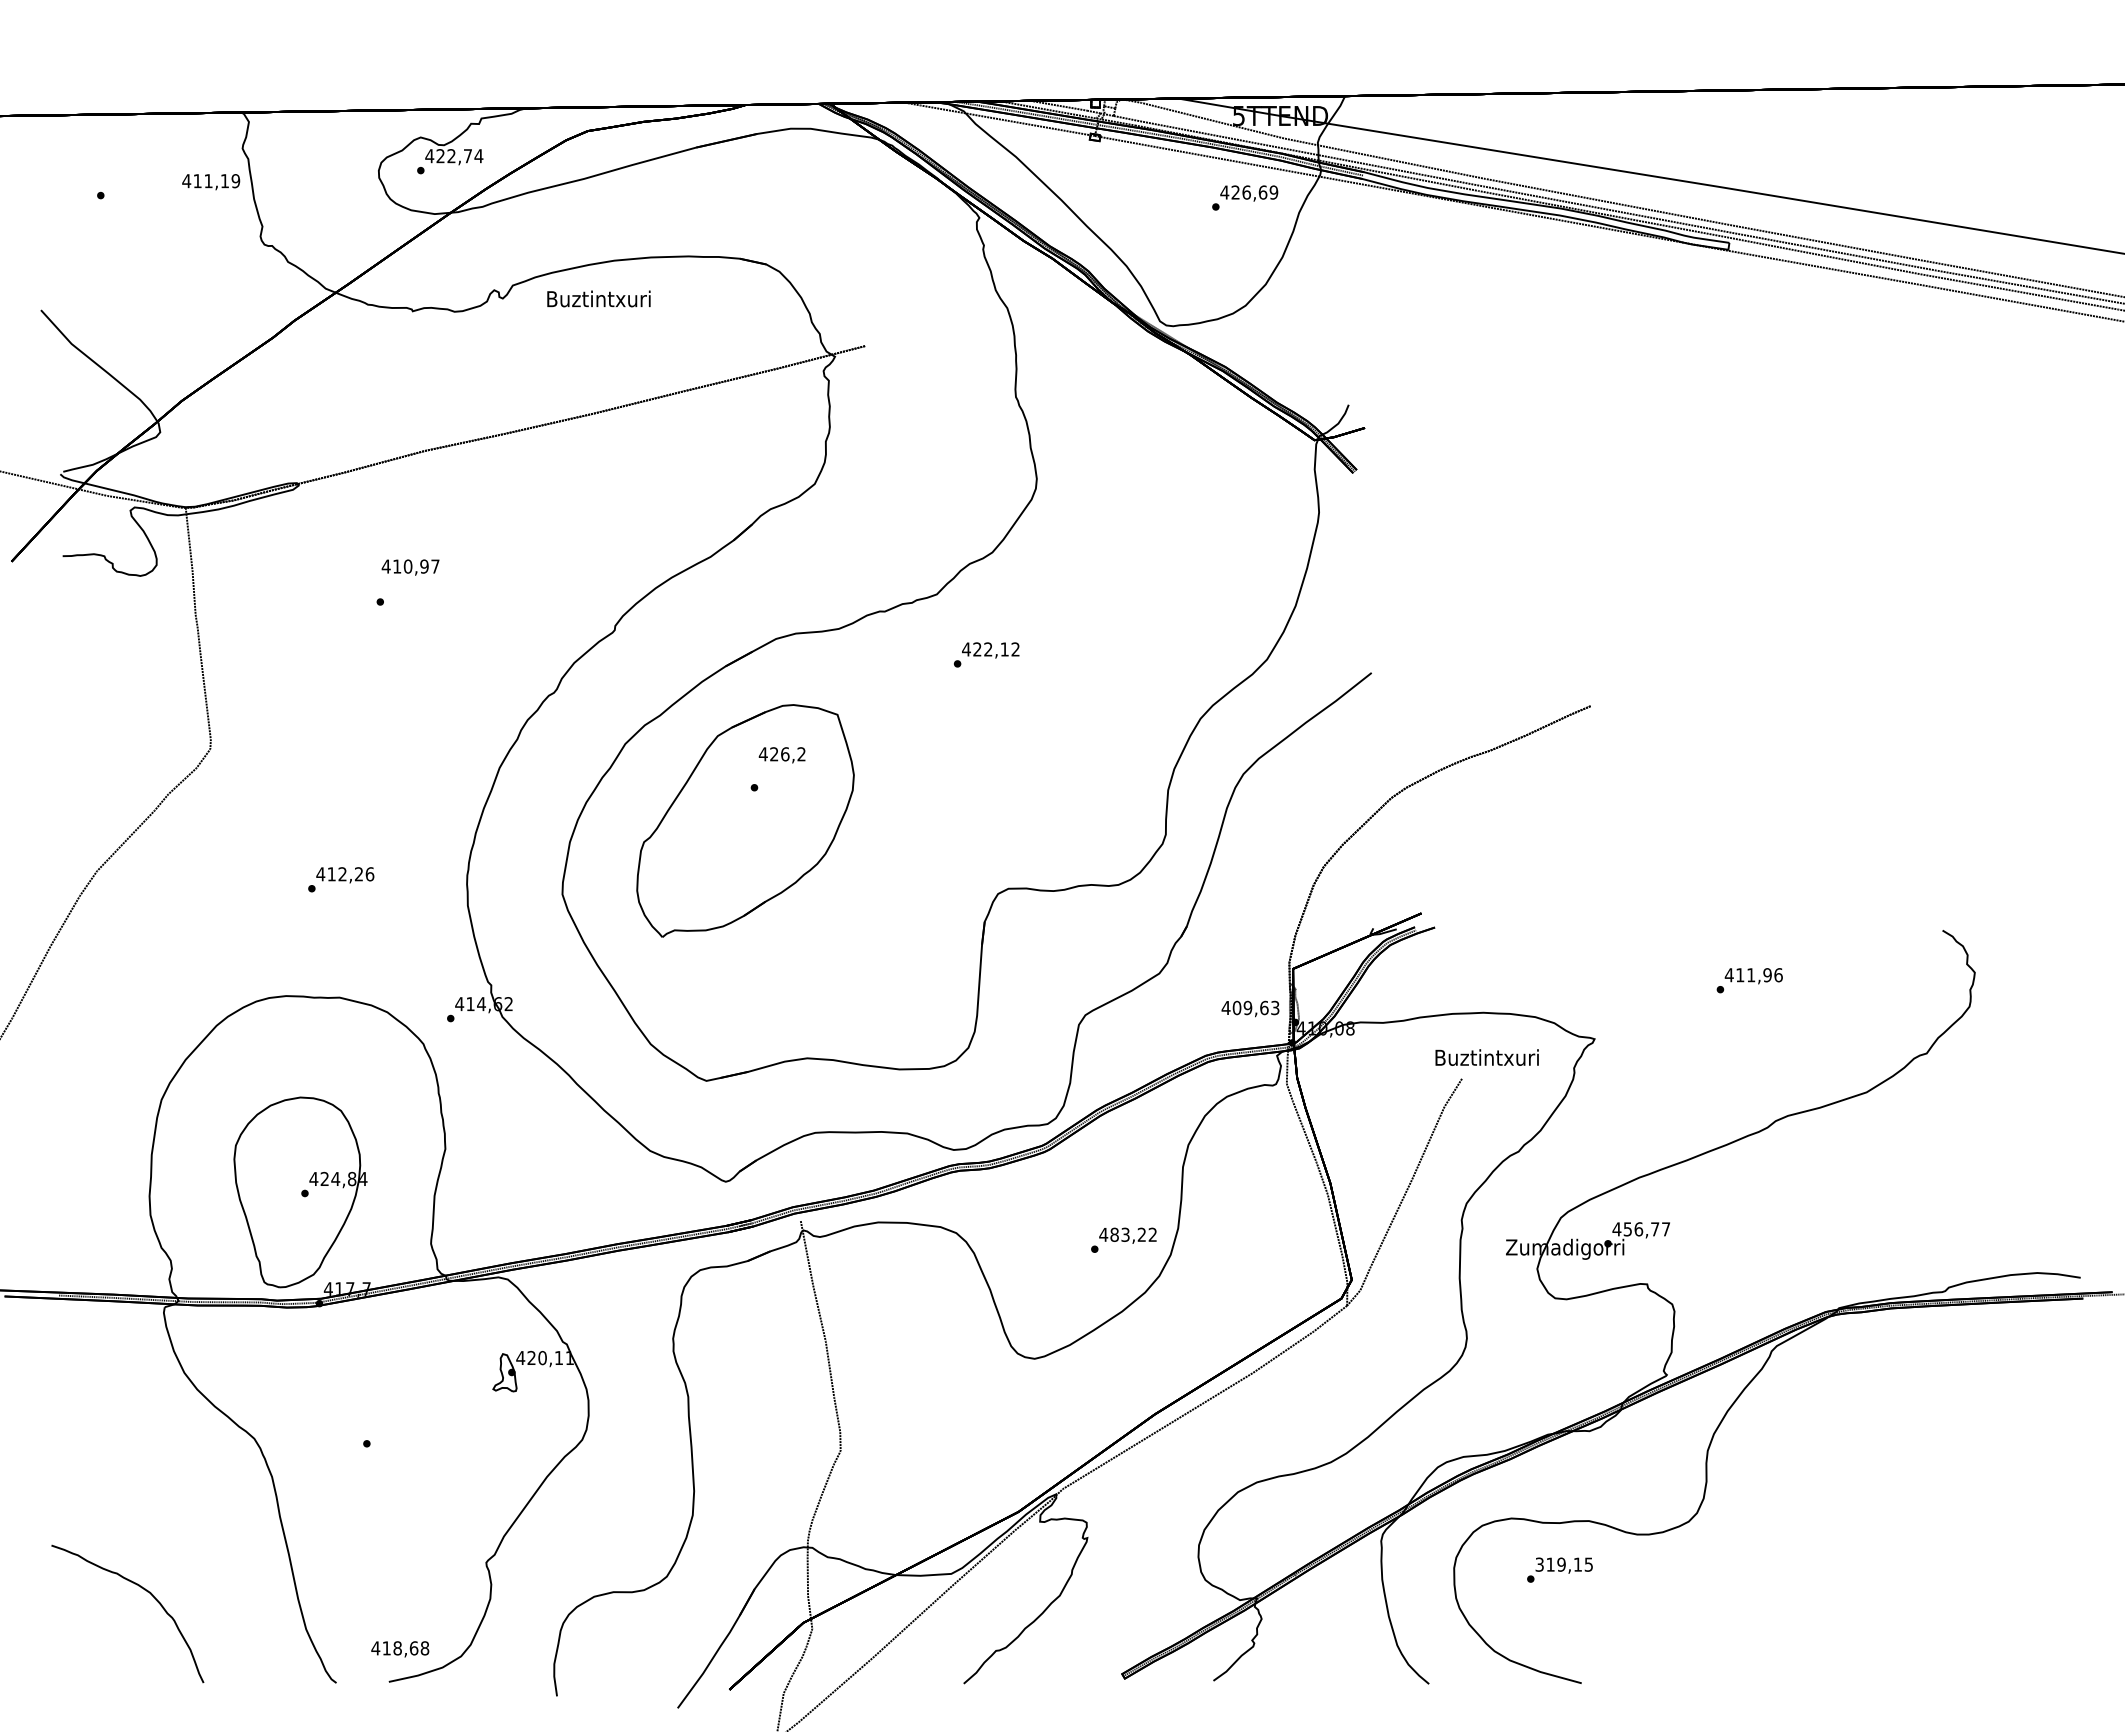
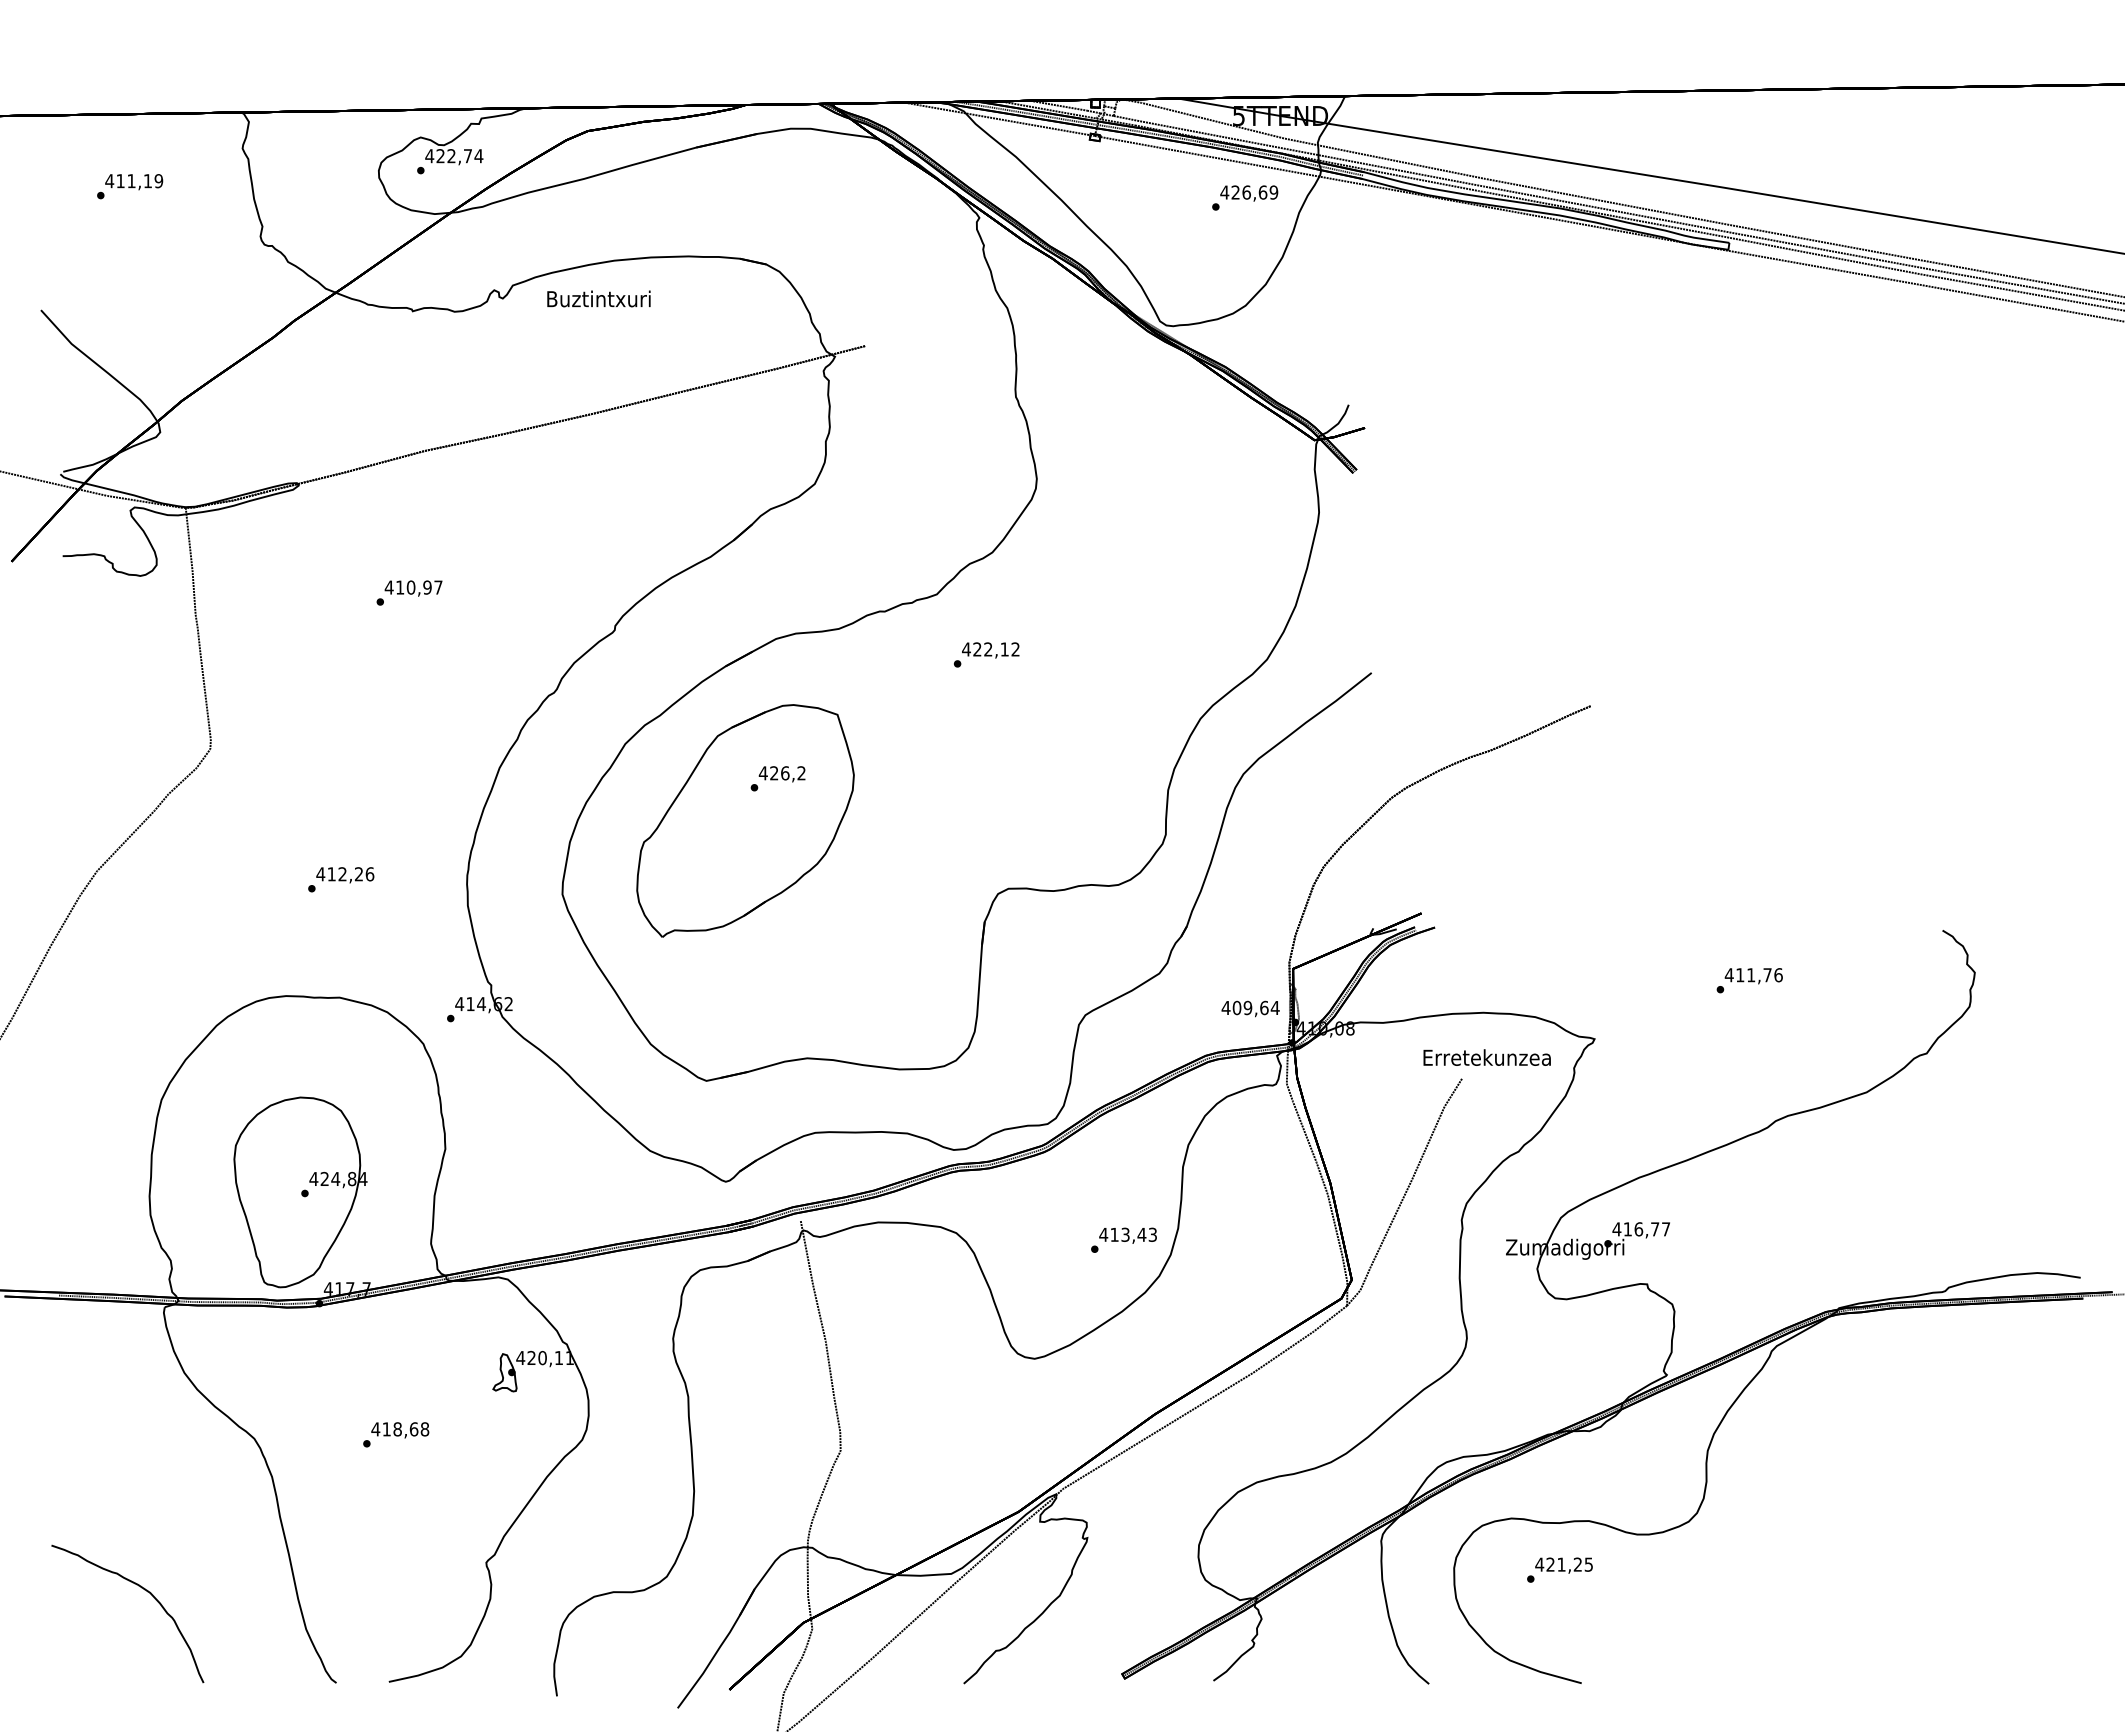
text at (211, 182) position: (211, 182) -> (134, 182)
text at (410, 567) position: (410, 567) -> (413, 588)
text at (781, 755) position: (781, 755) -> (781, 774)
text at (1767, 975): 411,96 -> 411,76
text at (1274, 1007): 409,63 -> 409,64
text at (1486, 1057): Buztintxuri -> Erretekunzea
text at (1627, 1229): 456,77 -> 416,77
text at (1133, 1234): 483,22 -> 413,43
text at (1558, 1564): 319,15 -> 421,25
text at (400, 1649) position: (400, 1649) -> (400, 1430)
